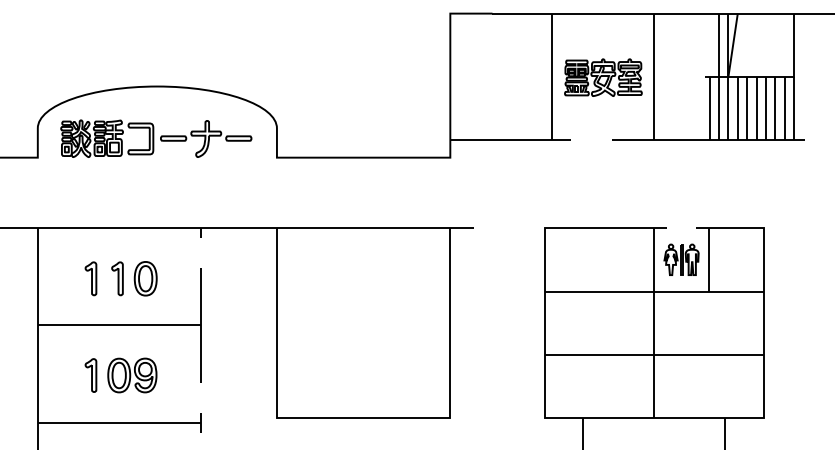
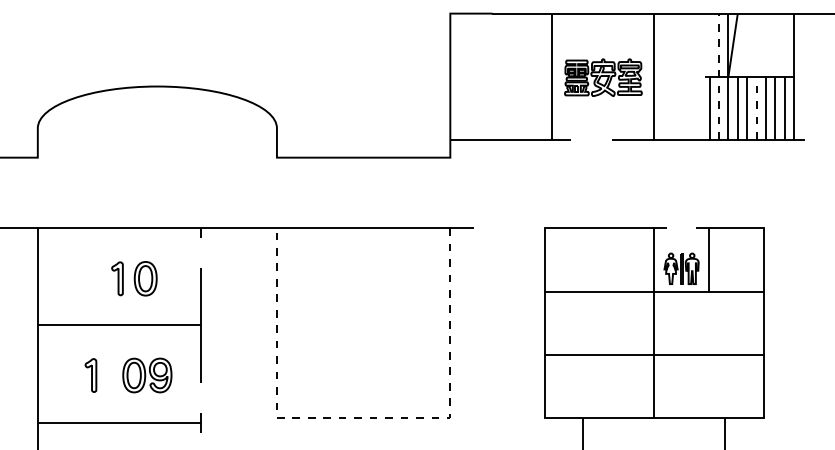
line at (719, 76): solid -> dashed
line at (756, 108): solid -> dashed
part at (156, 138): present -> none
part at (681, 259) position: (681, 259) -> (681, 268)
part at (90, 278): present -> none
part at (132, 375) position: (132, 375) -> (147, 375)
line at (363, 418): solid -> dashed
